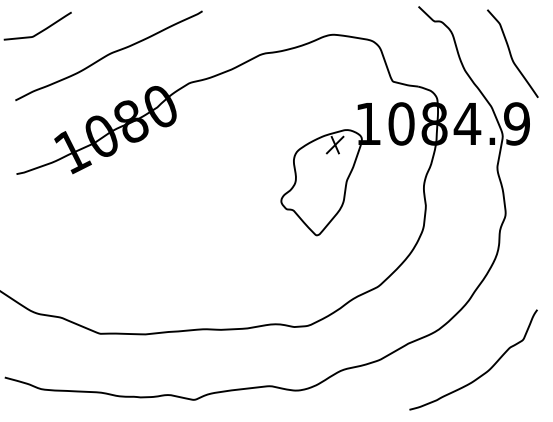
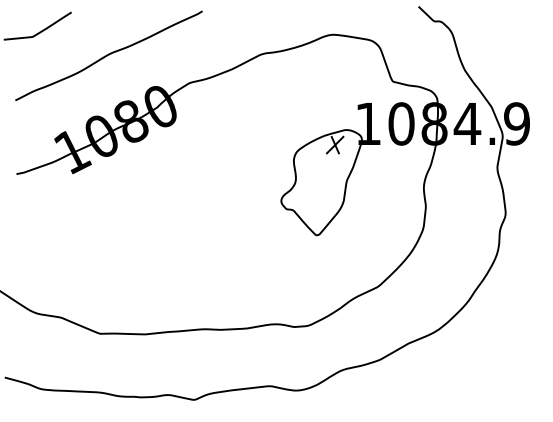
curve at (511, 53): present -> none
curve at (485, 371): present -> none
